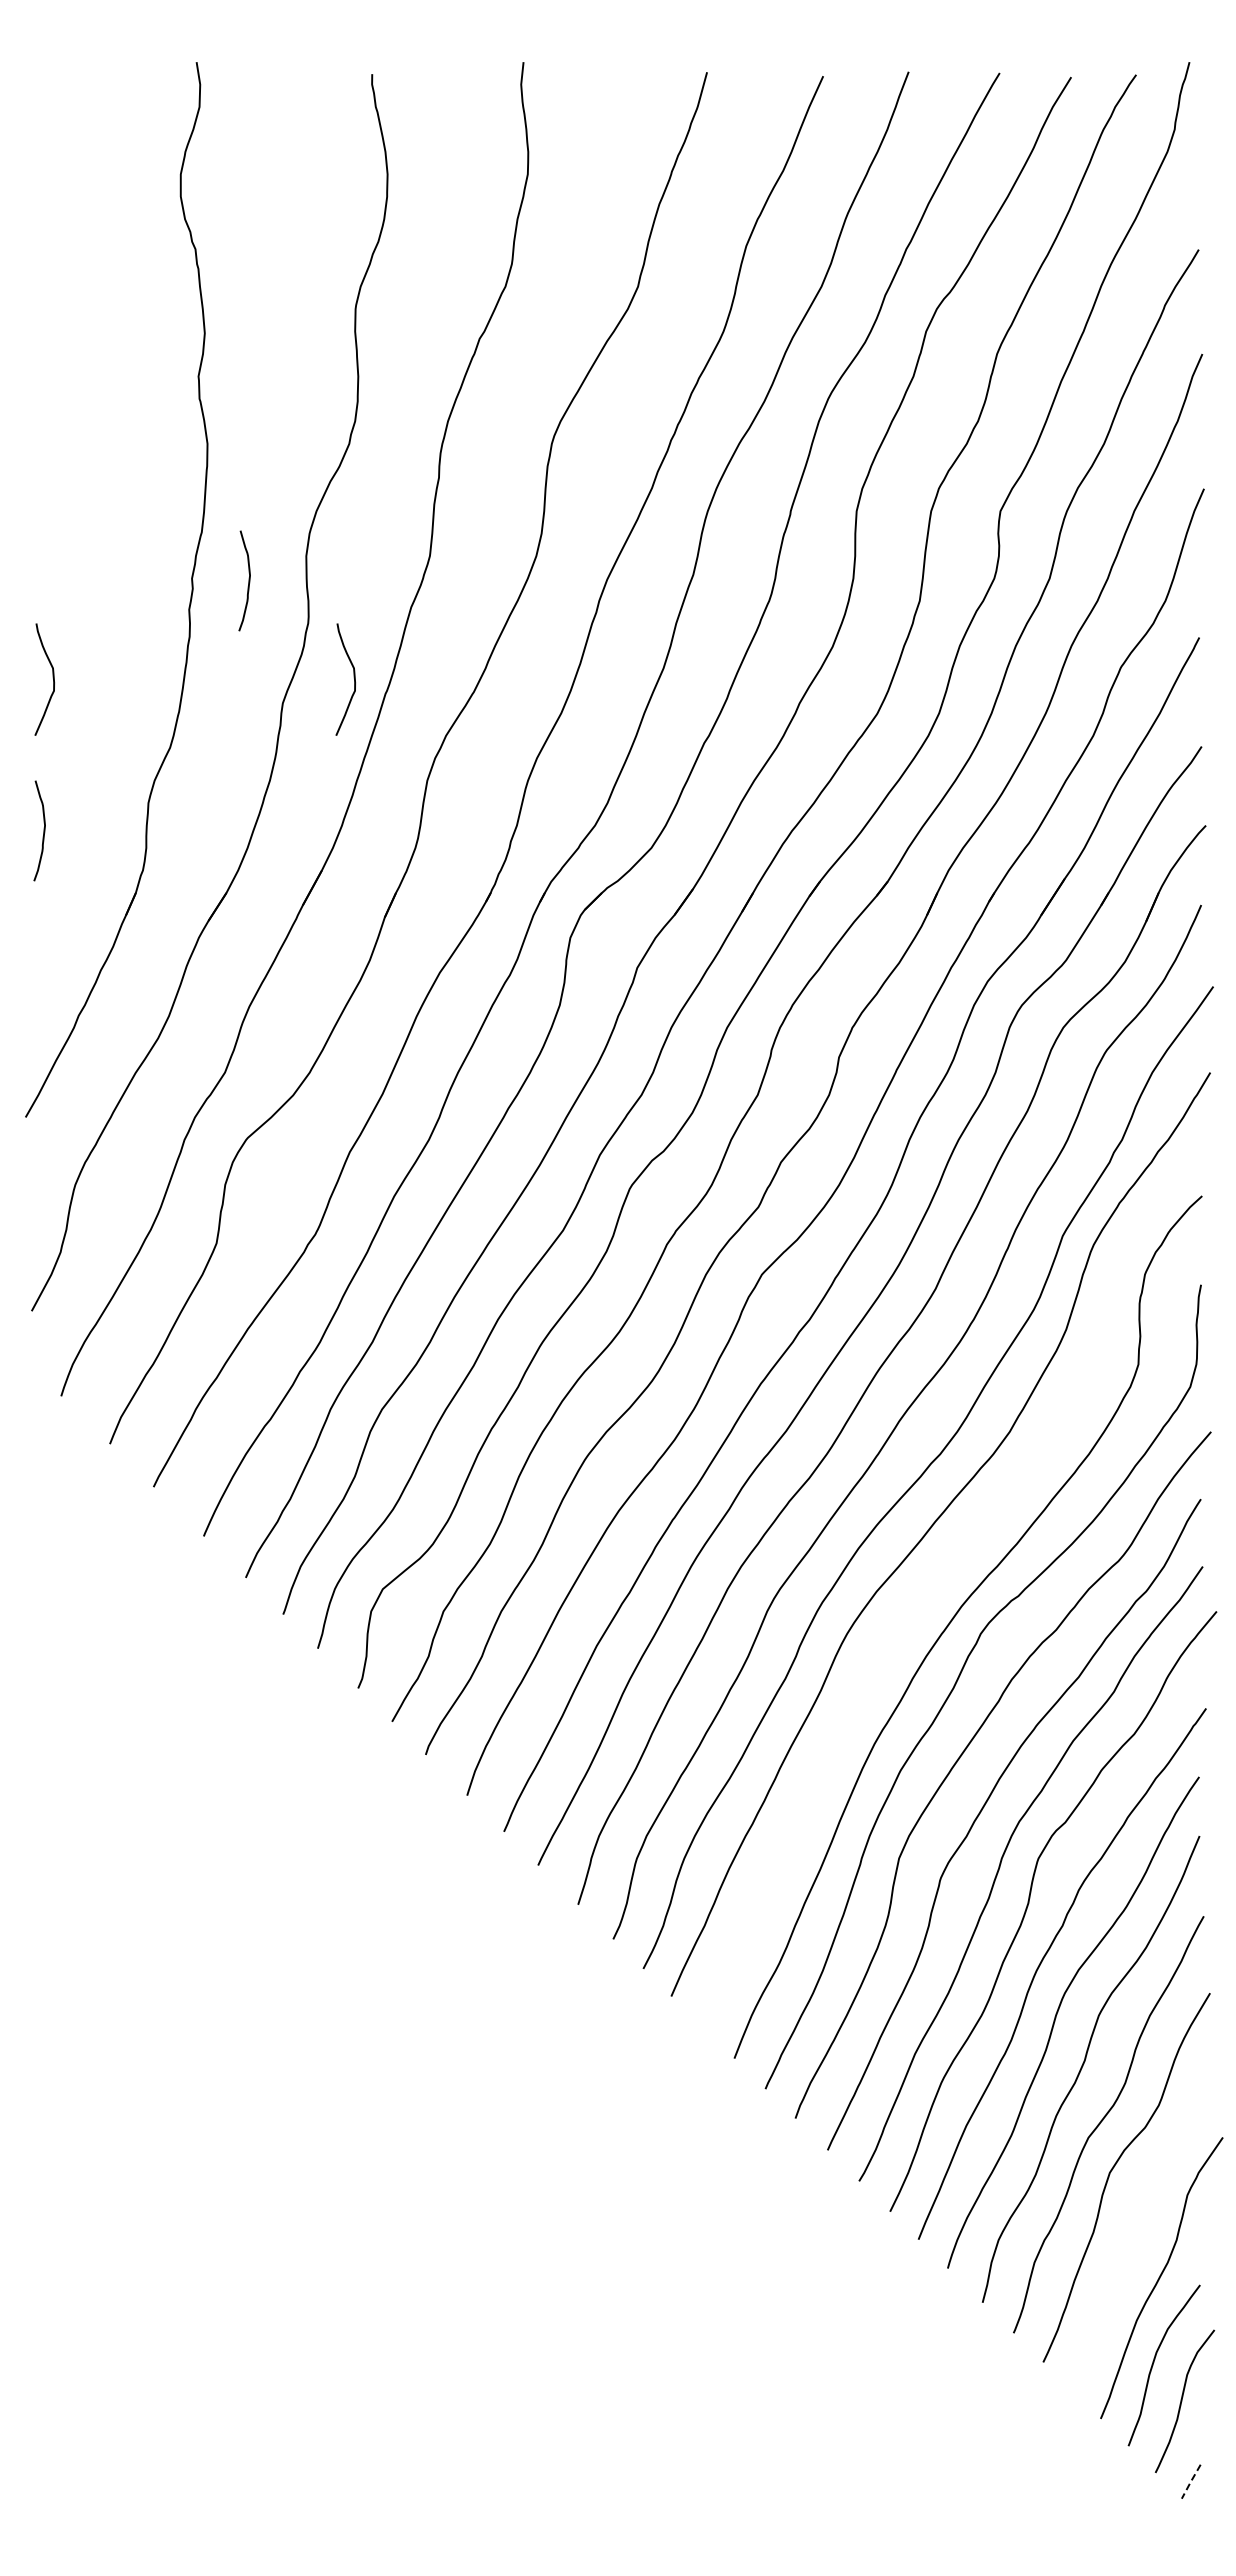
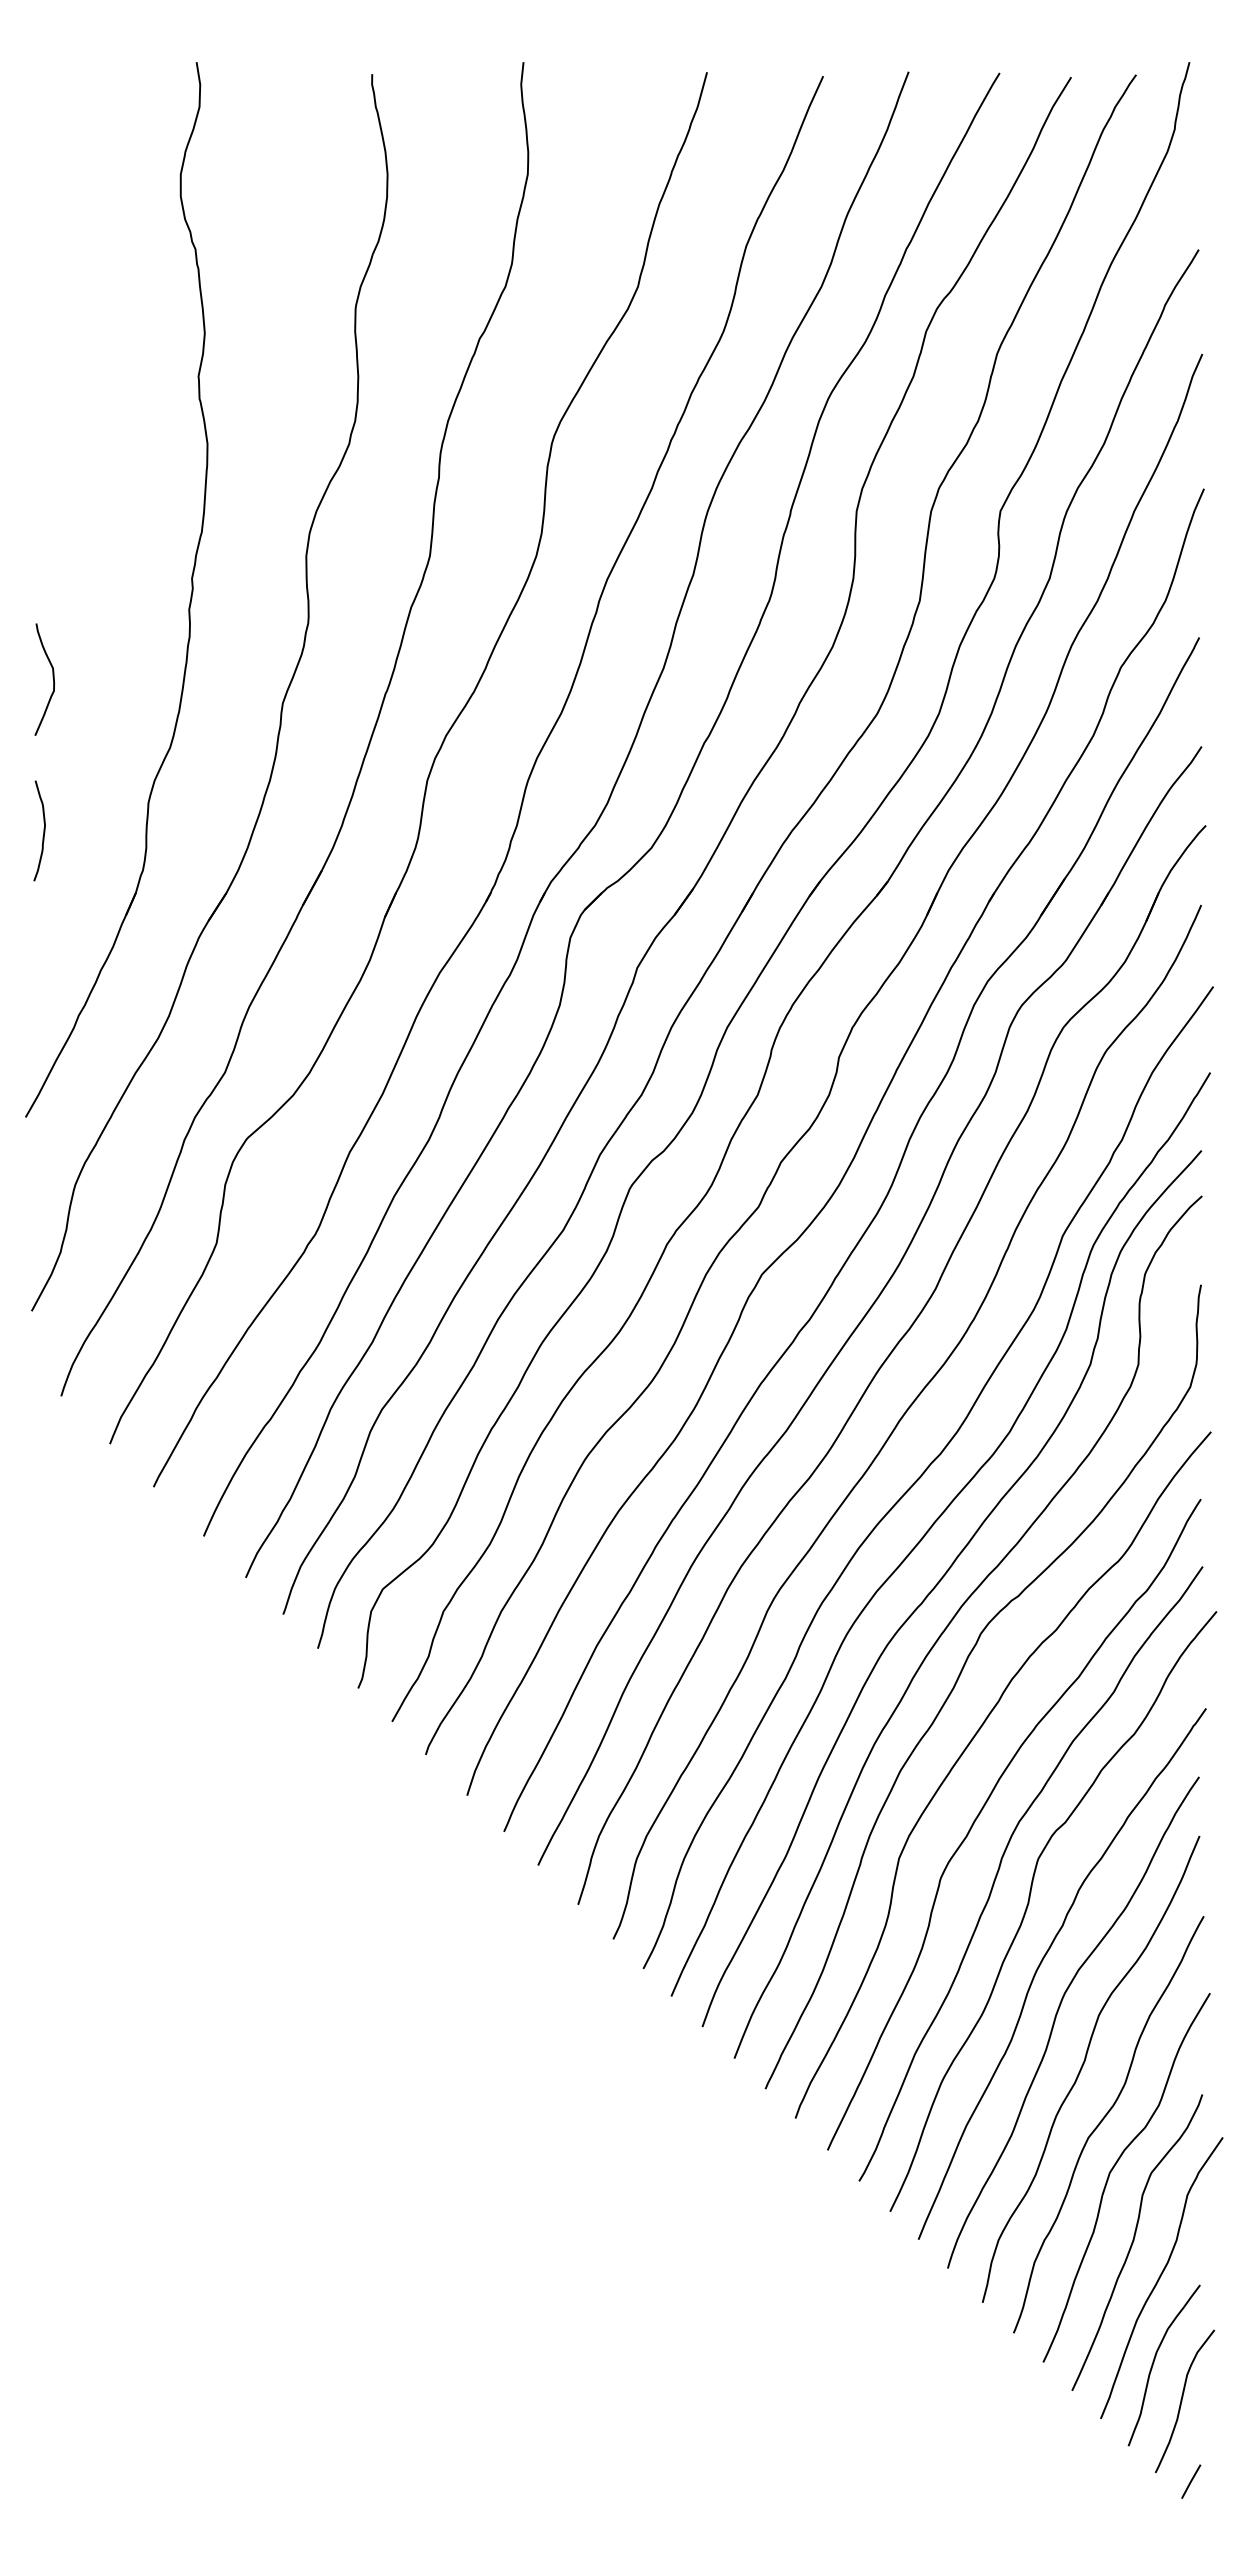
curve at (248, 580): present -> none
curve at (353, 677): present -> none
curve at (942, 1579): none -> present
curve at (1134, 2240): none -> present
line at (1191, 2481): dashed -> solid
